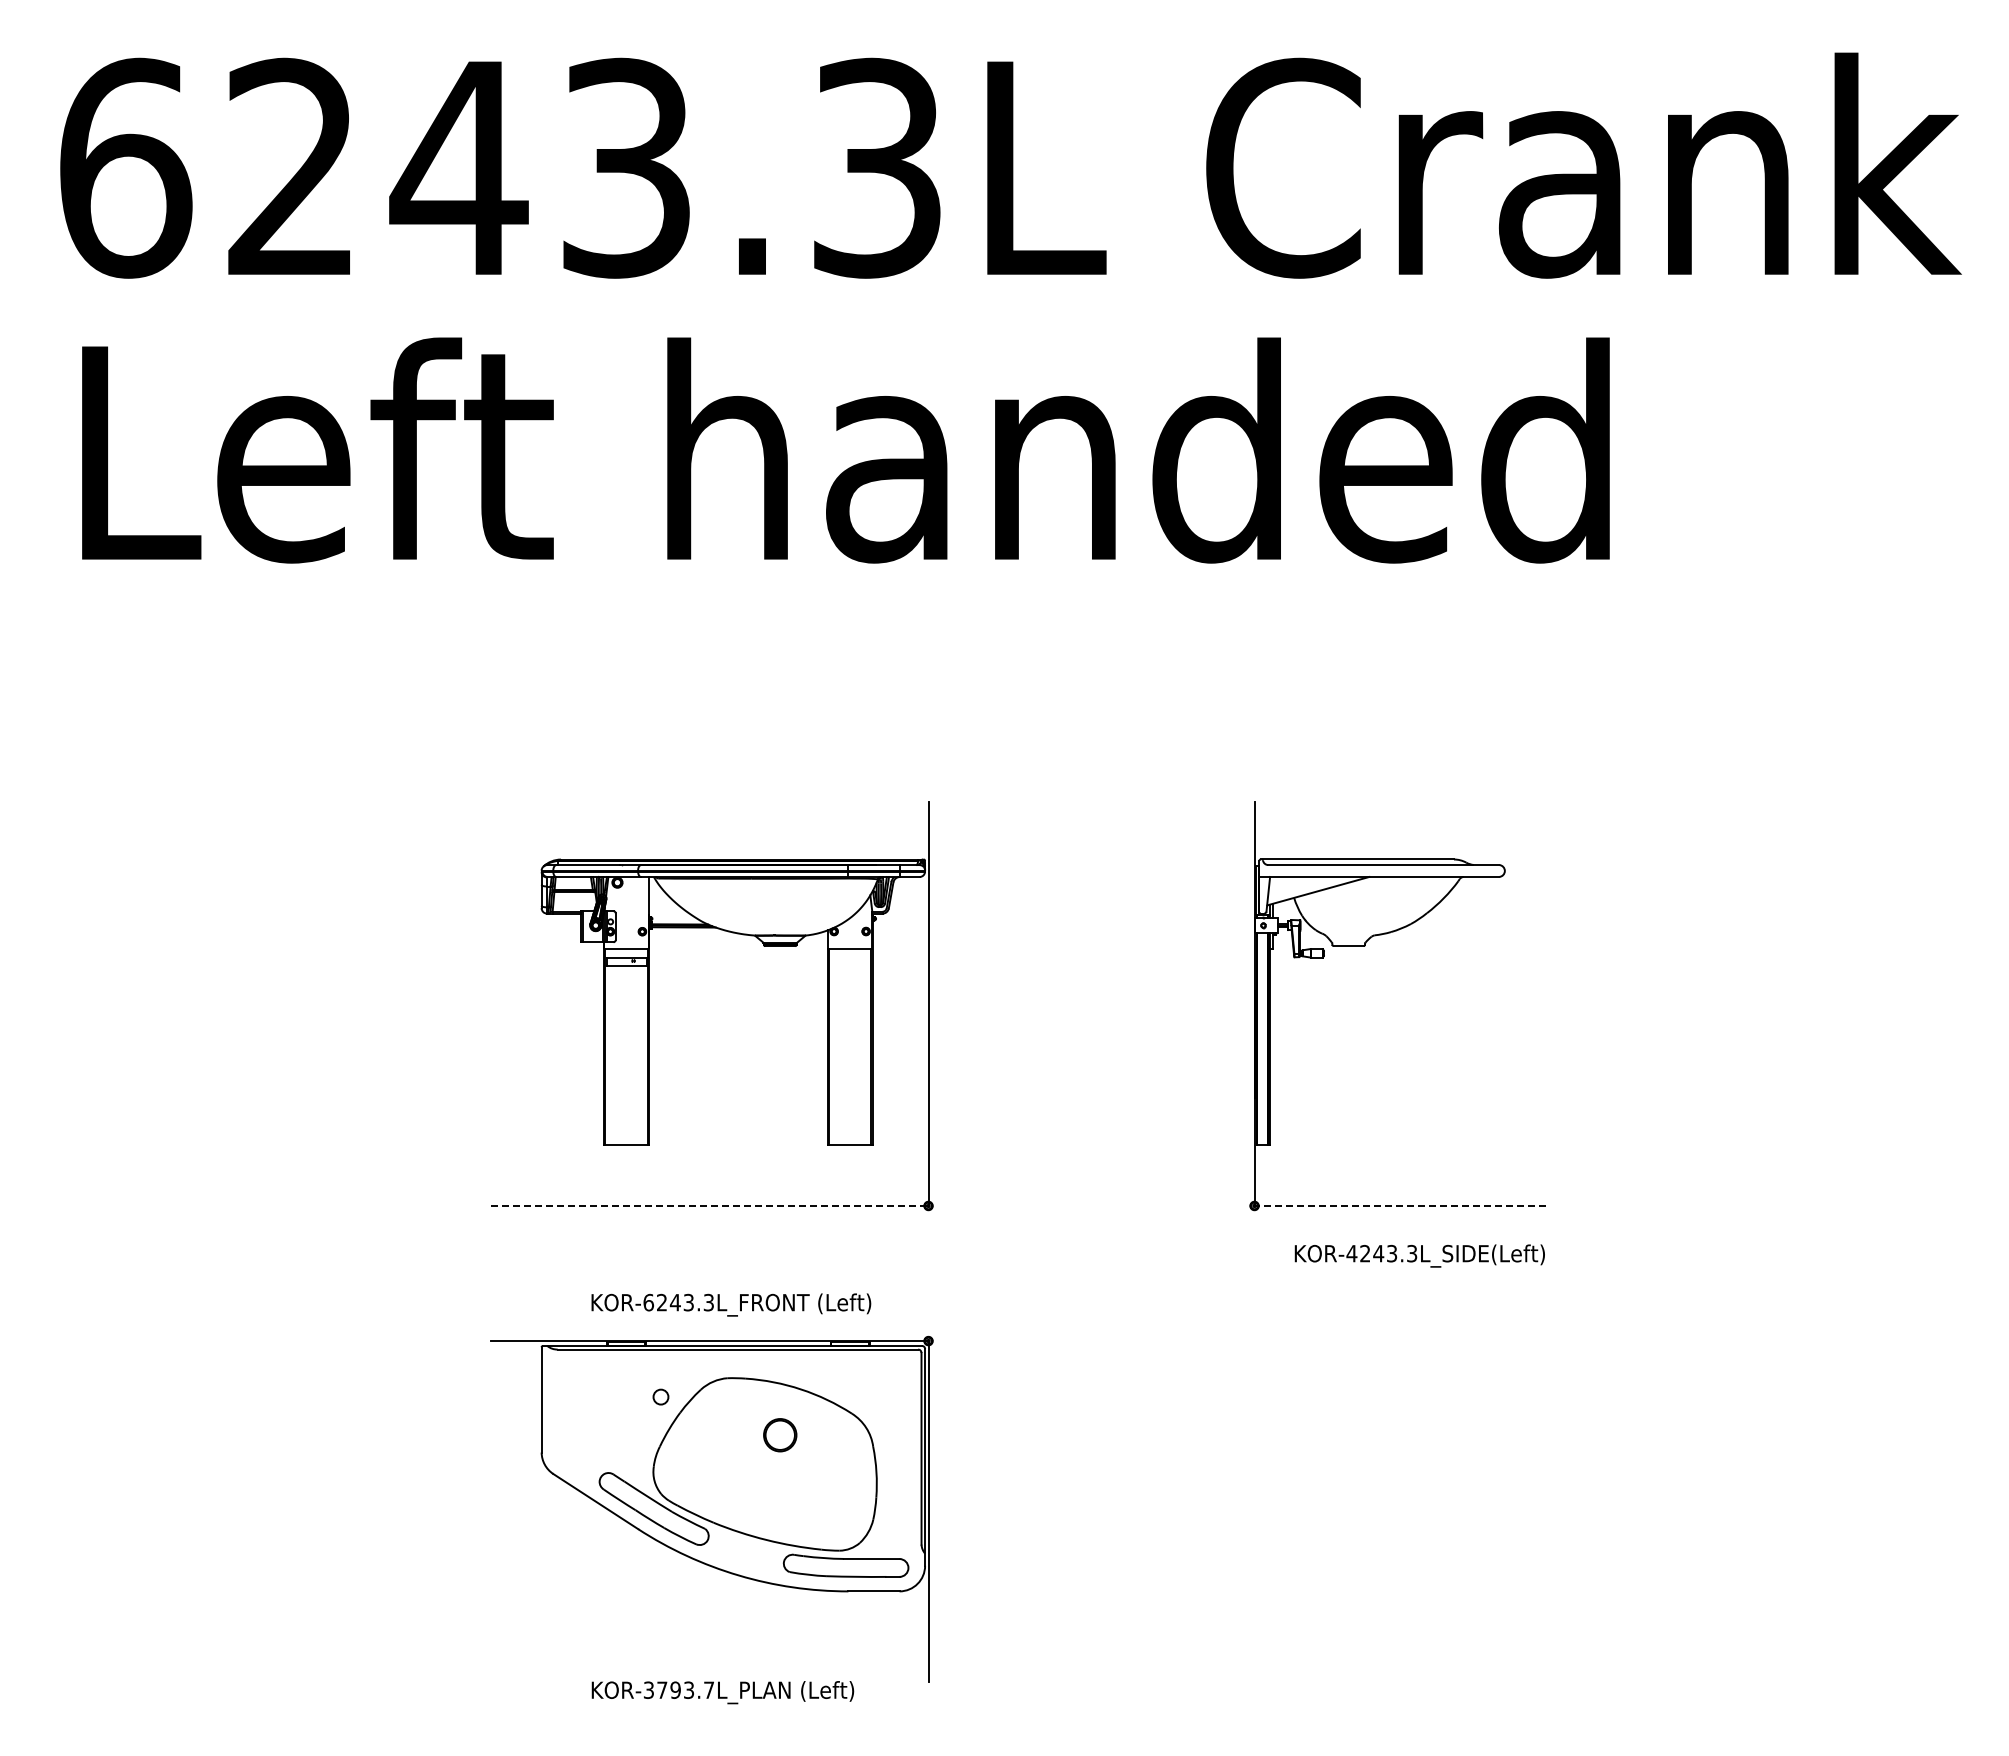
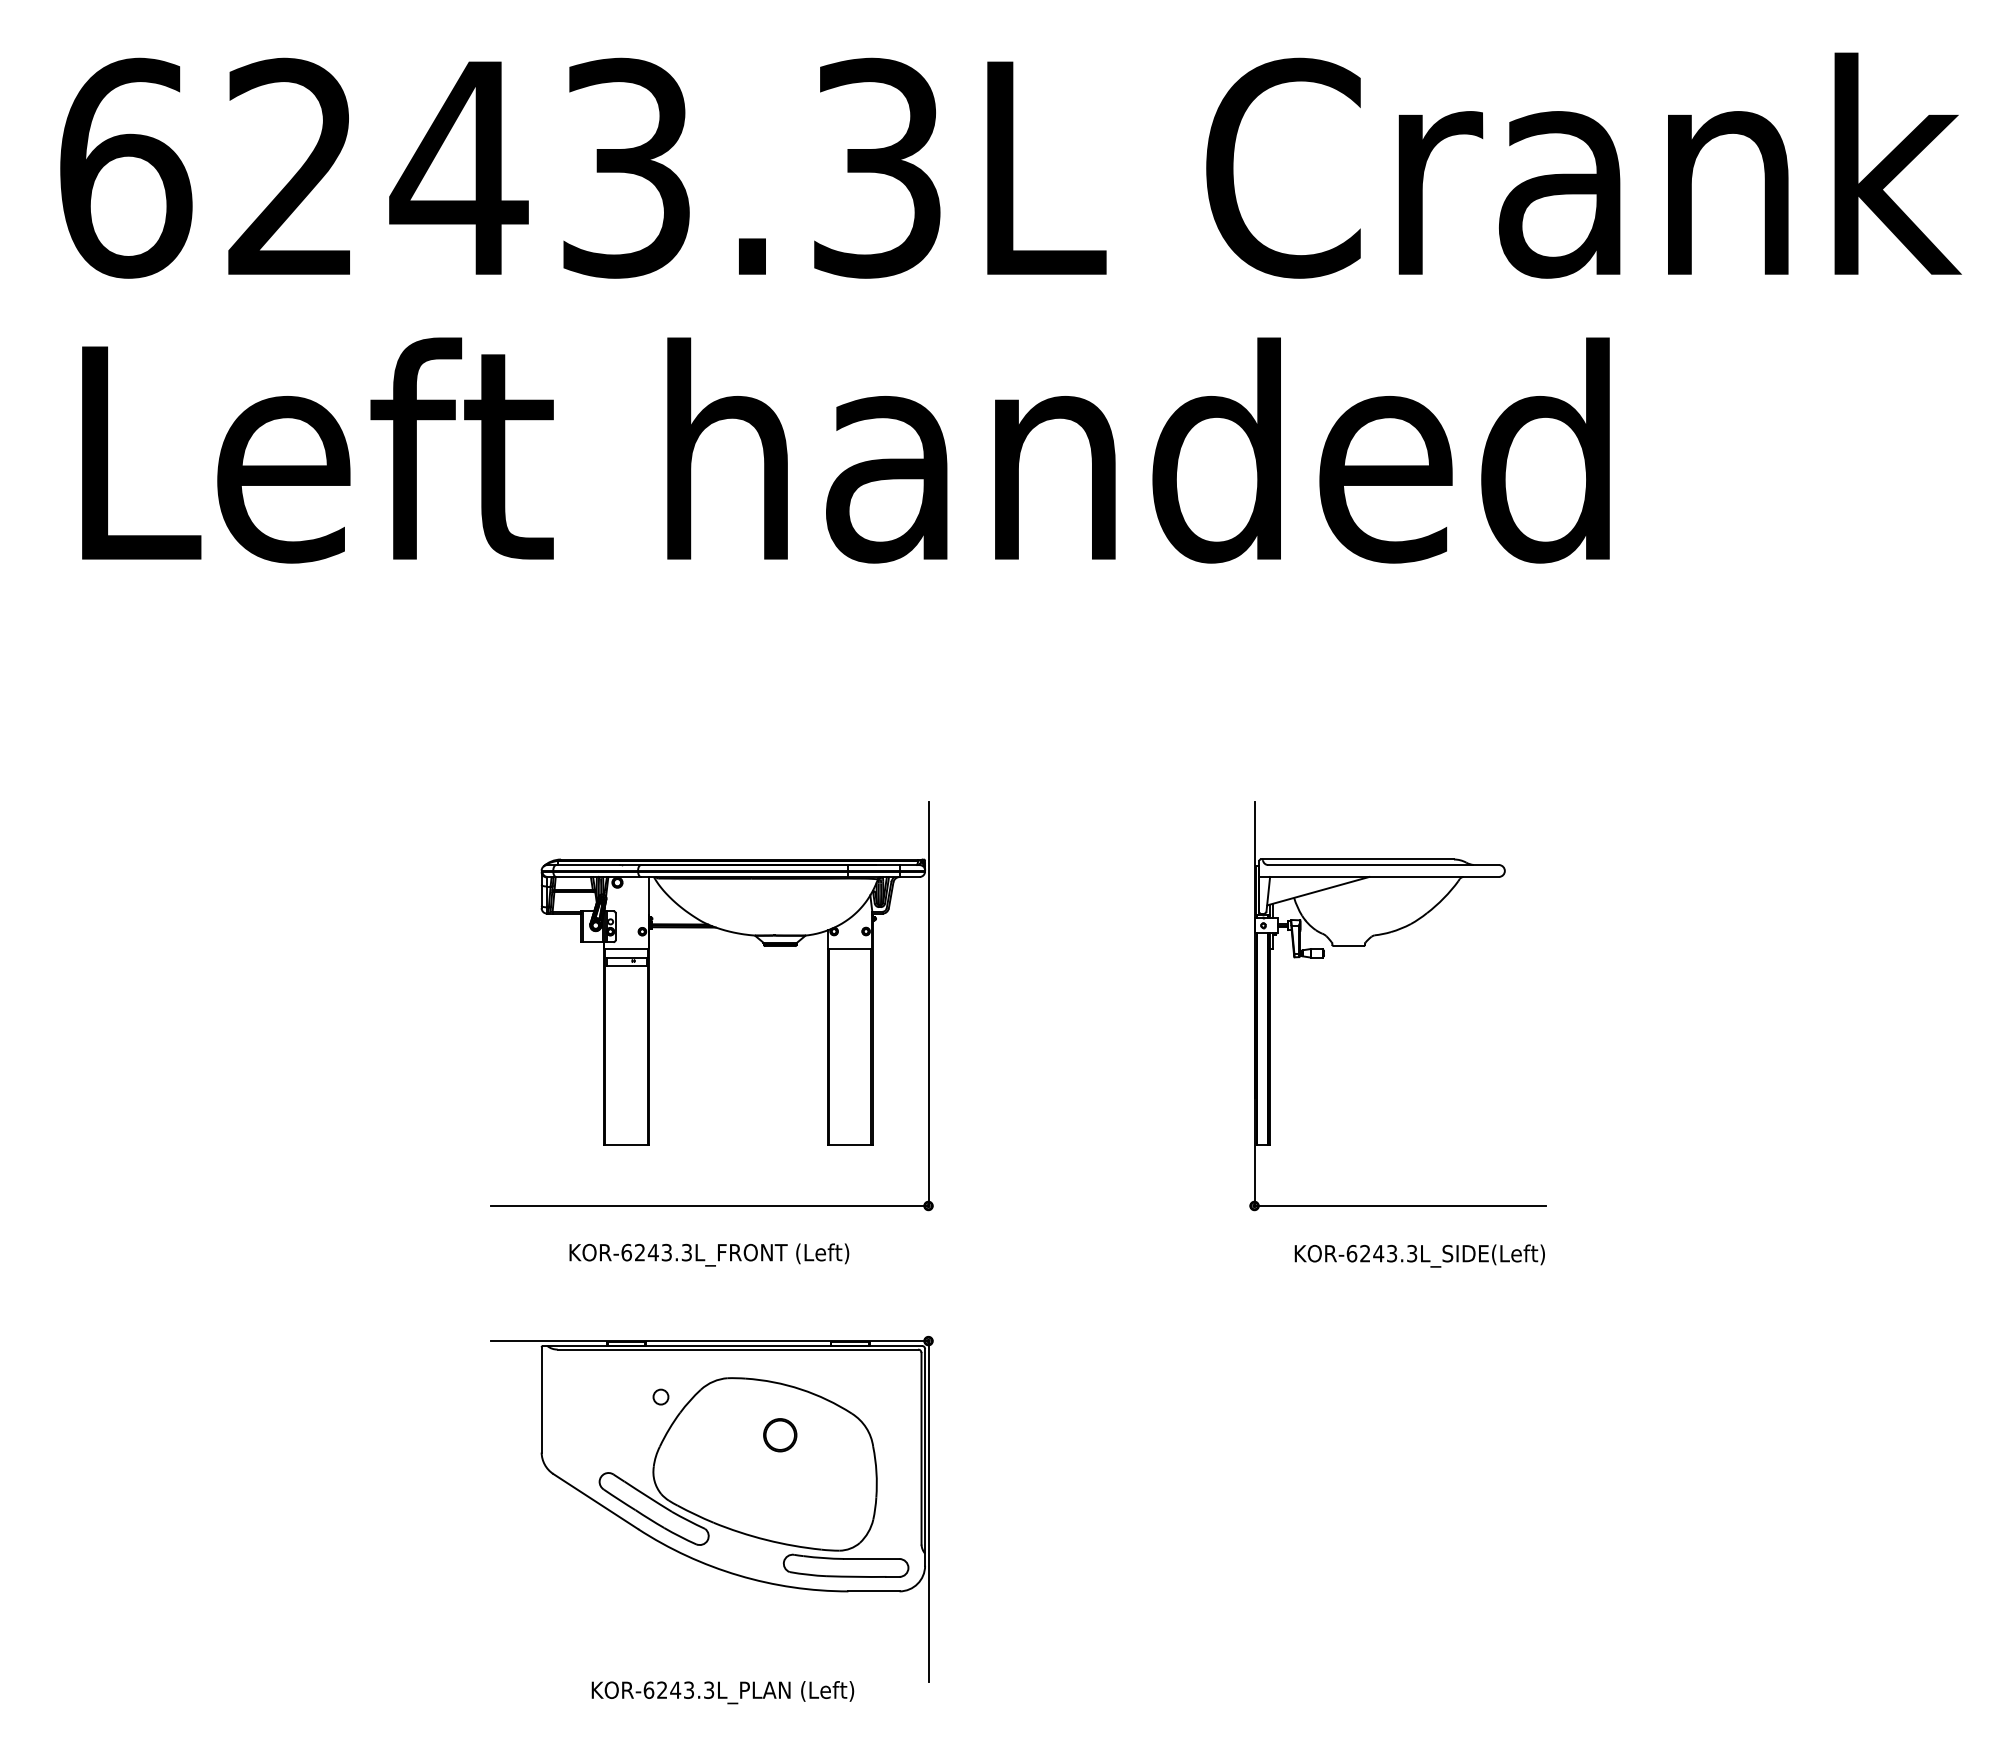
line at (710, 1205): dashed -> solid
line at (1400, 1205): dashed -> solid
text at (1351, 1253): KOR-4243.3L_SIDE(Left) -> KOR-6243.3L_SIDE(Left)
text at (731, 1304) position: (731, 1304) -> (709, 1254)
text at (678, 1689): KOR-3793.7L_PLAN -> KOR-6243.3L_PLAN
